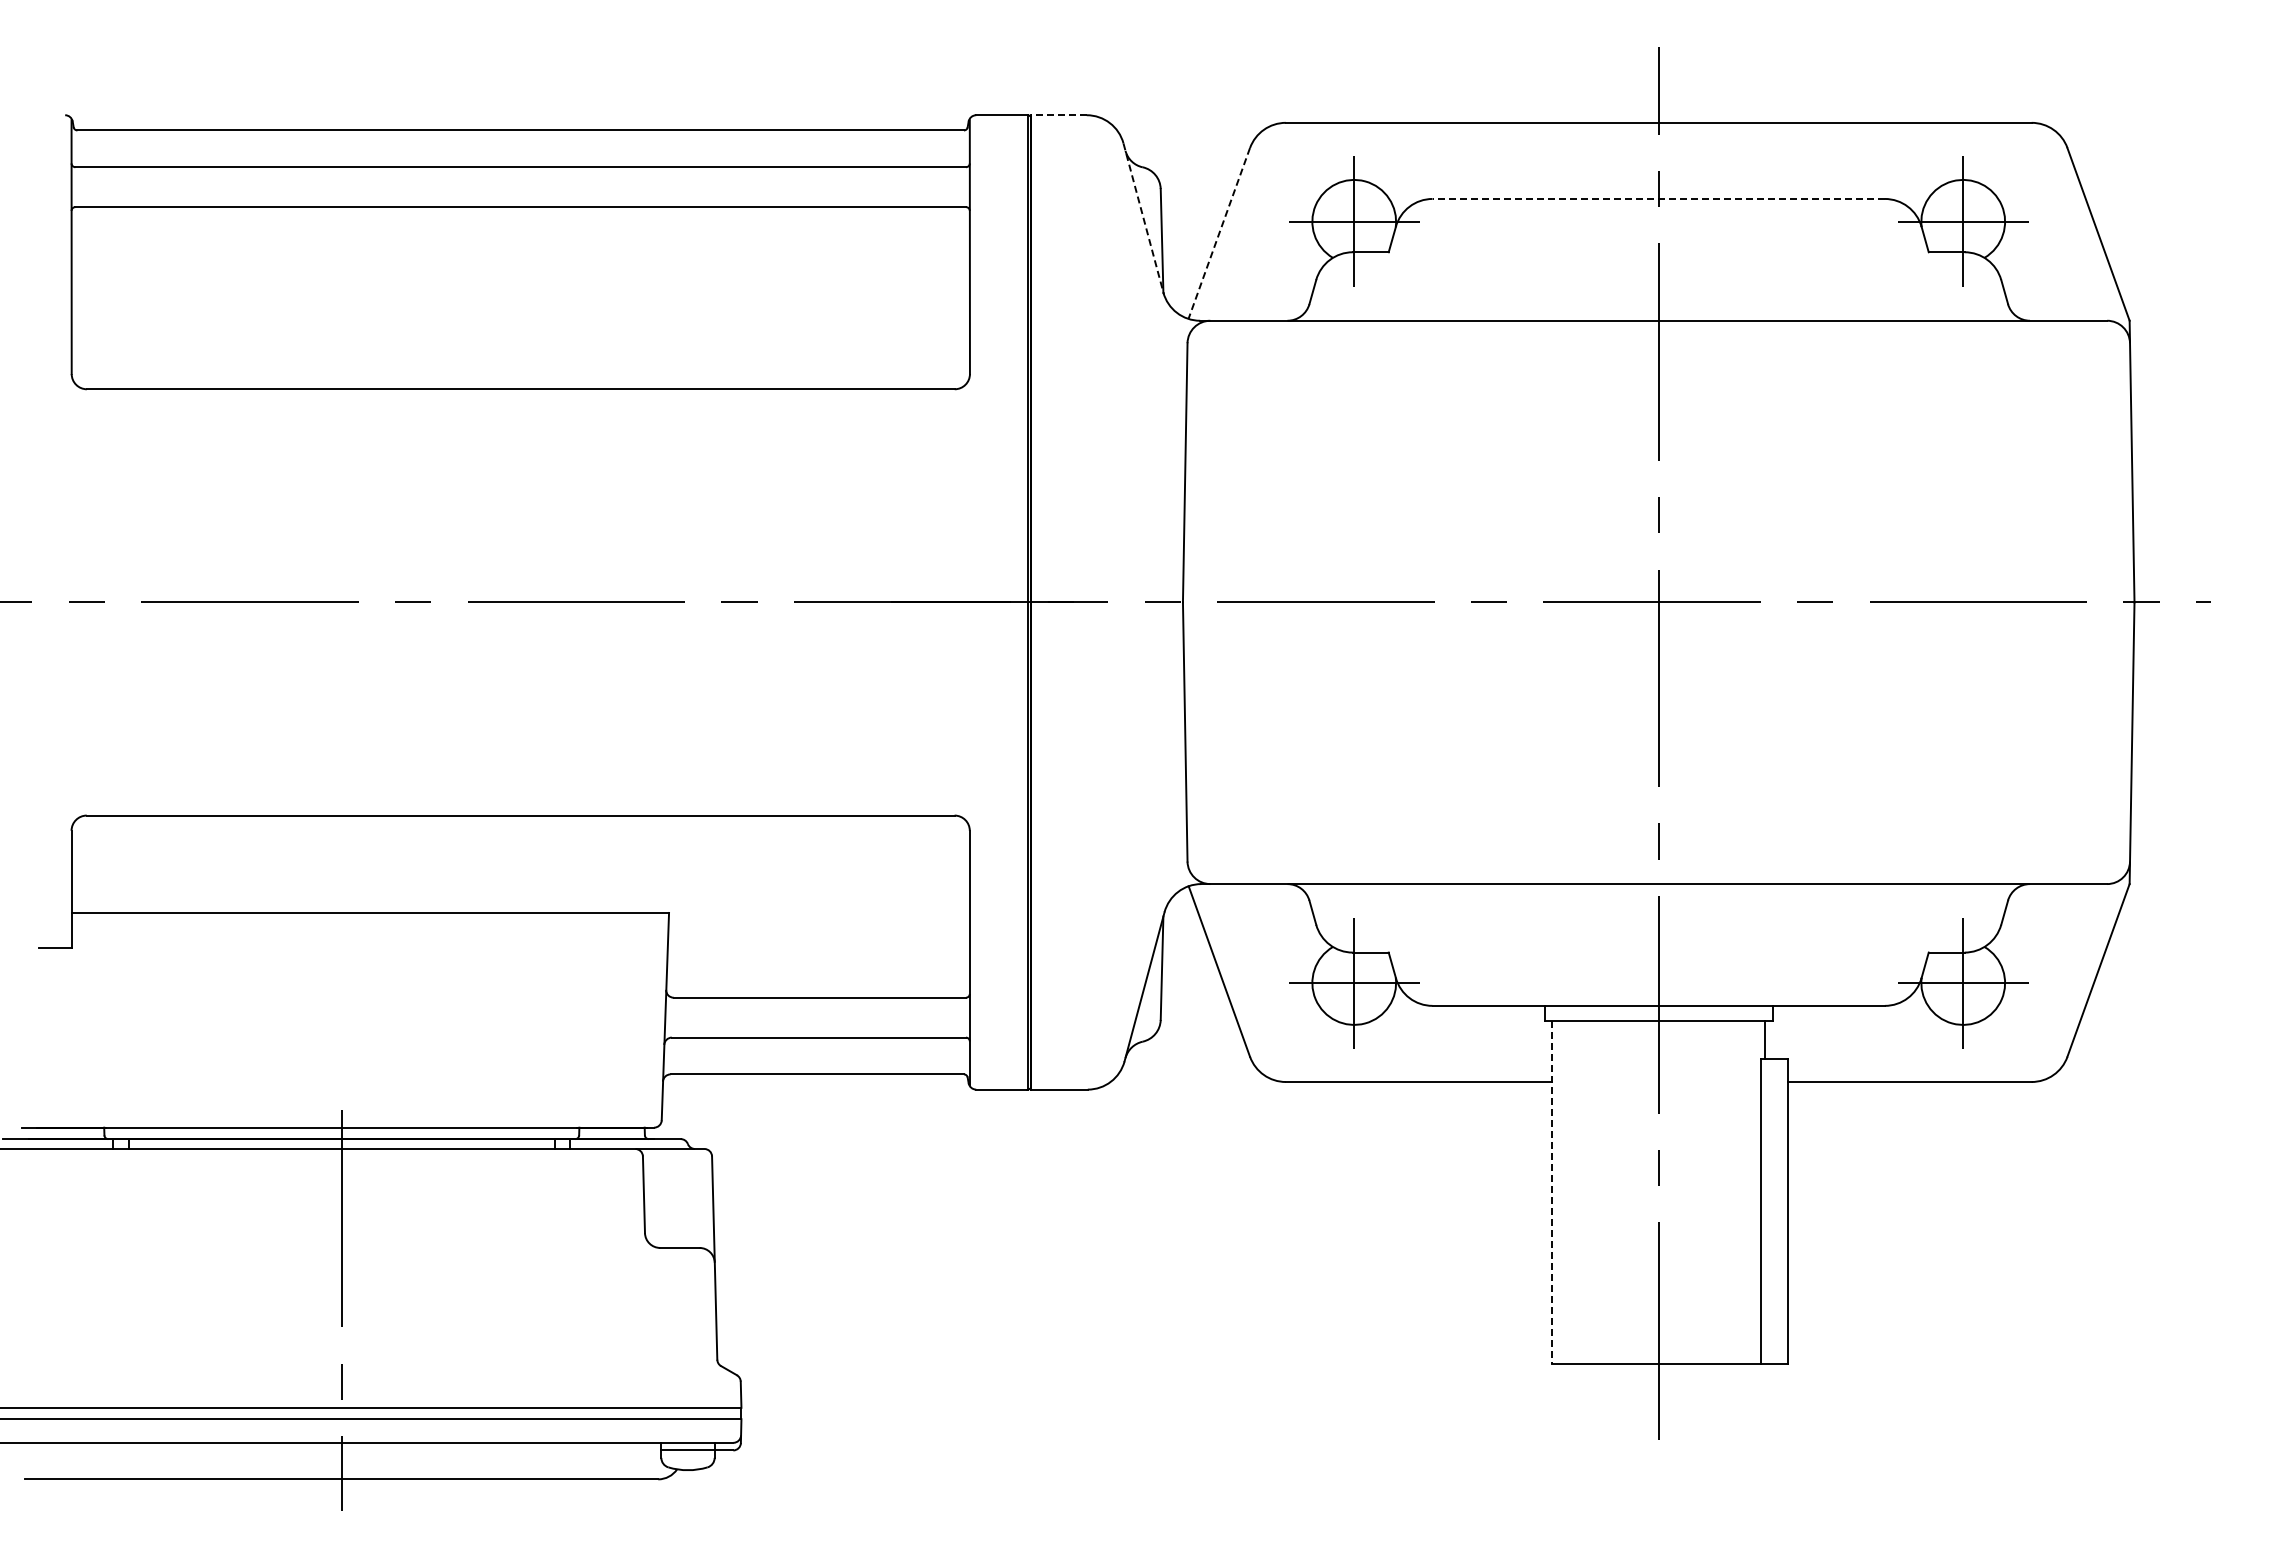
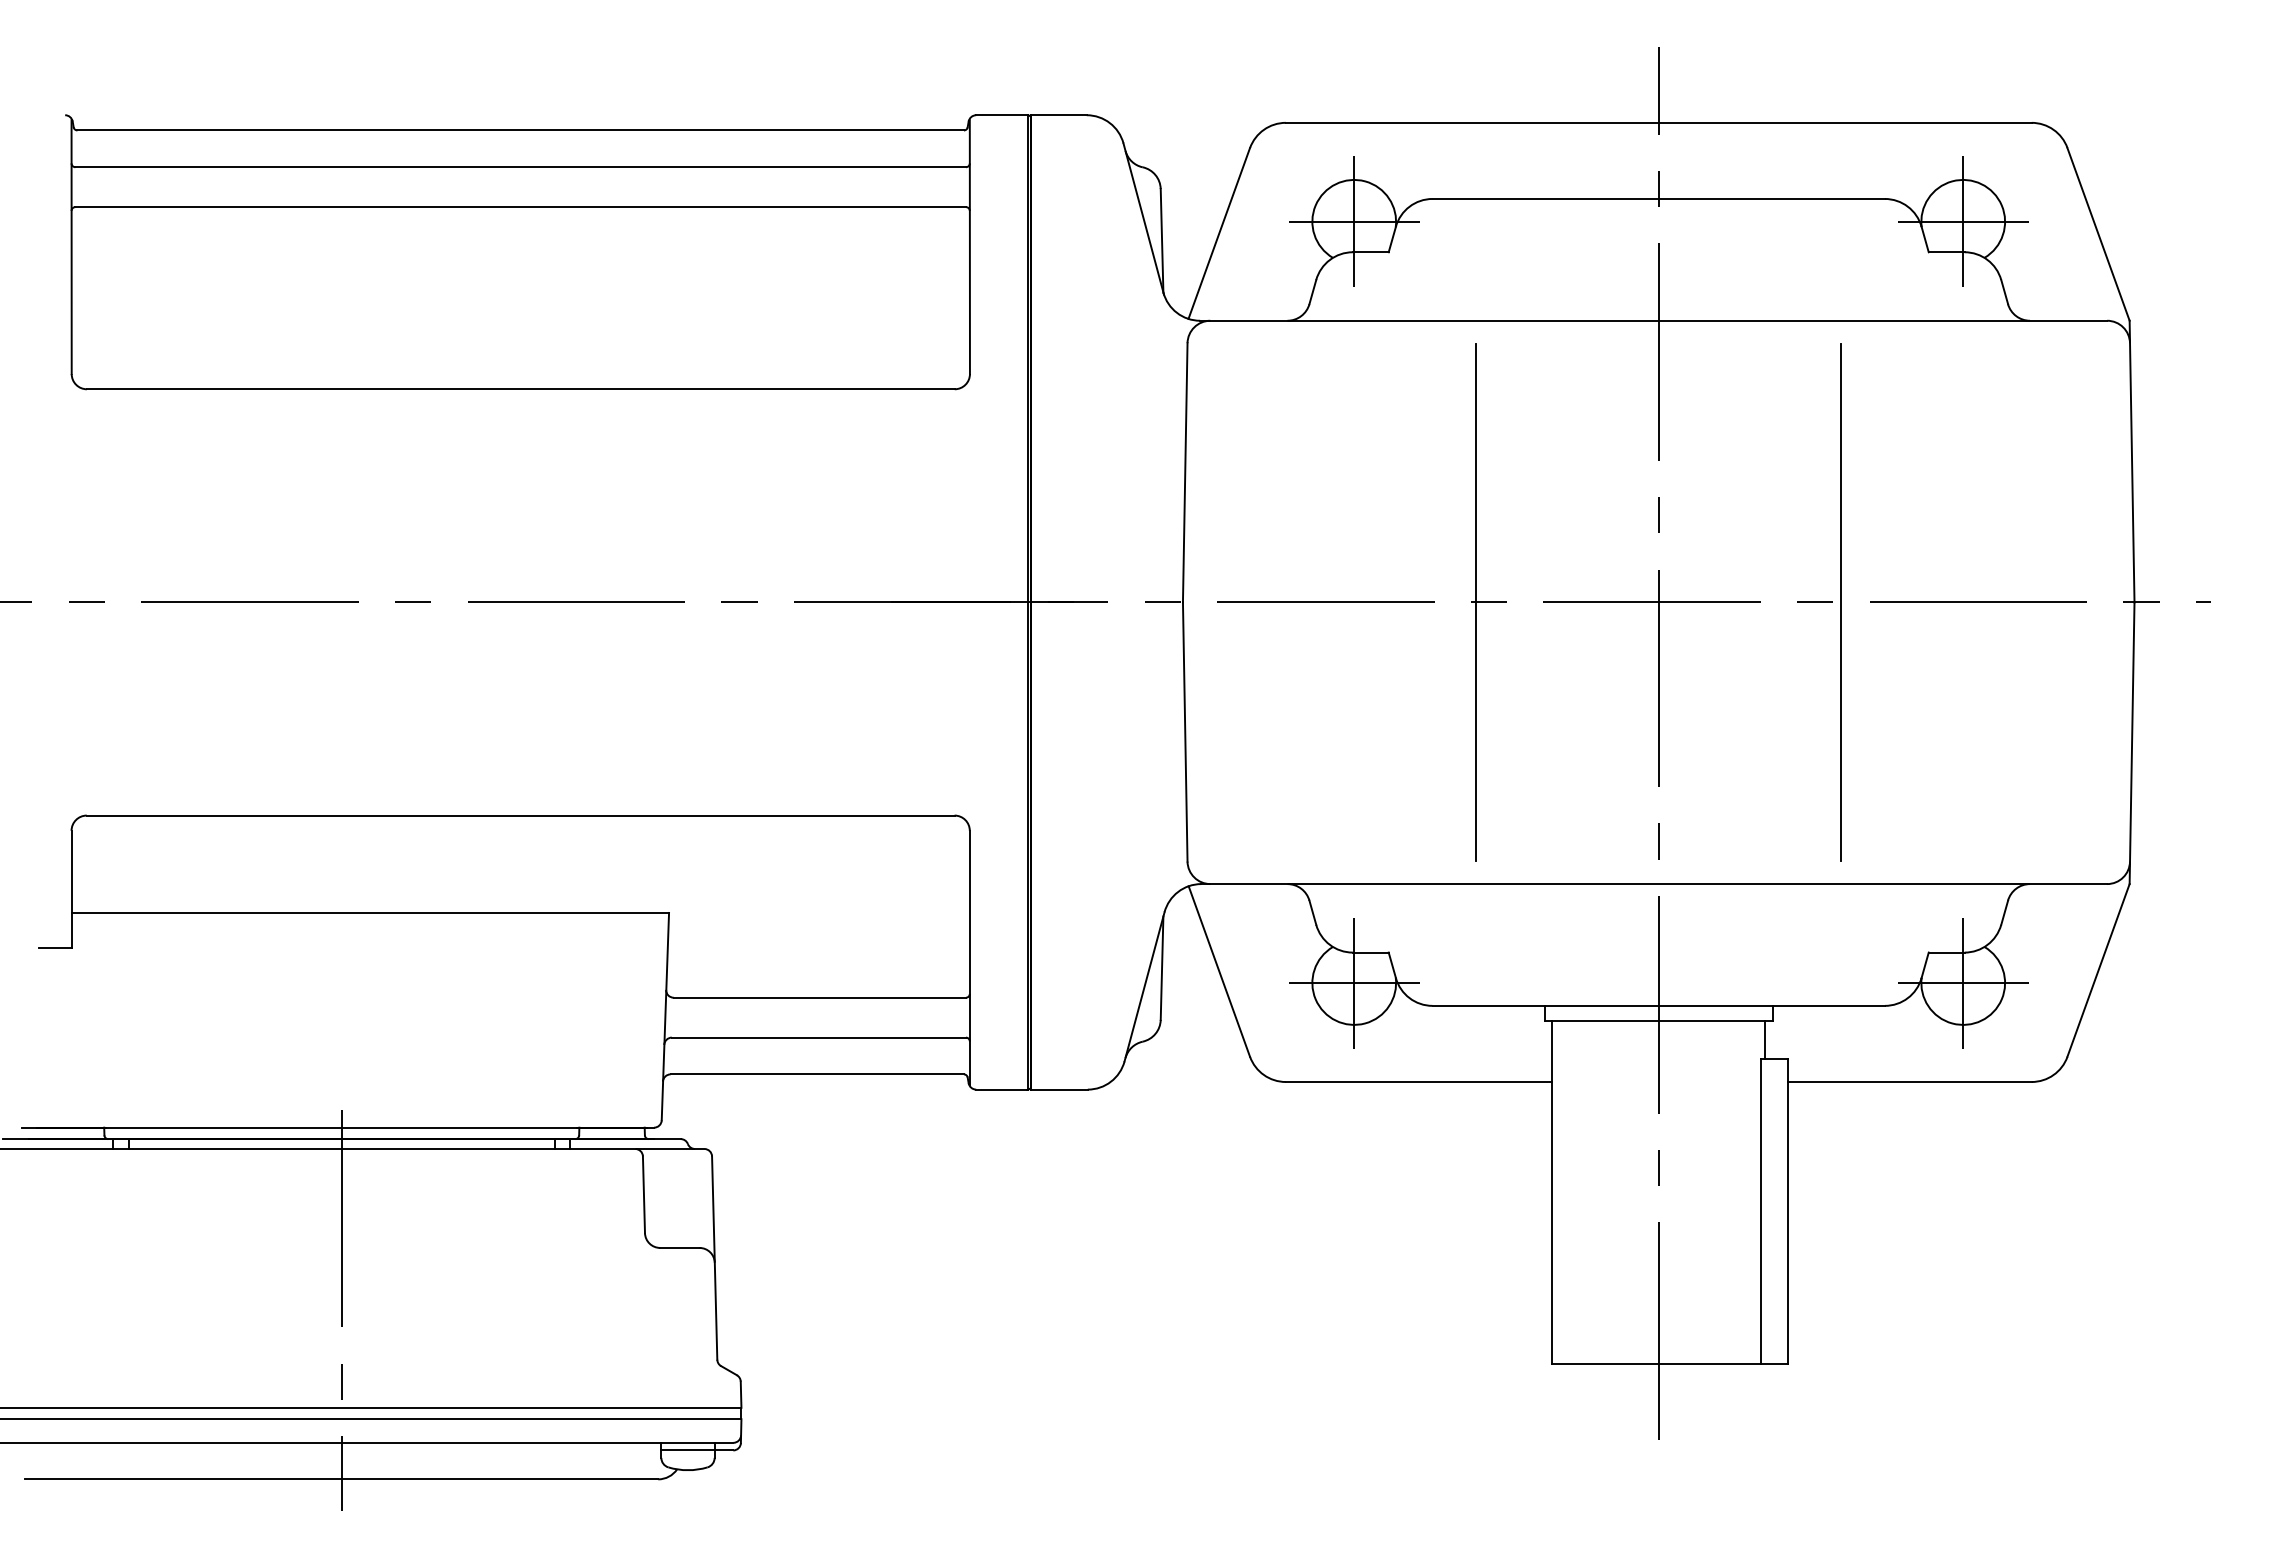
line at (1058, 115): dashed -> solid
line at (1658, 198): dashed -> solid
line at (1143, 219): dashed -> solid
line at (1219, 233): dashed -> solid
line at (1476, 602): none -> present
line at (1840, 602): none -> present
line at (1552, 1192): dashed -> solid
